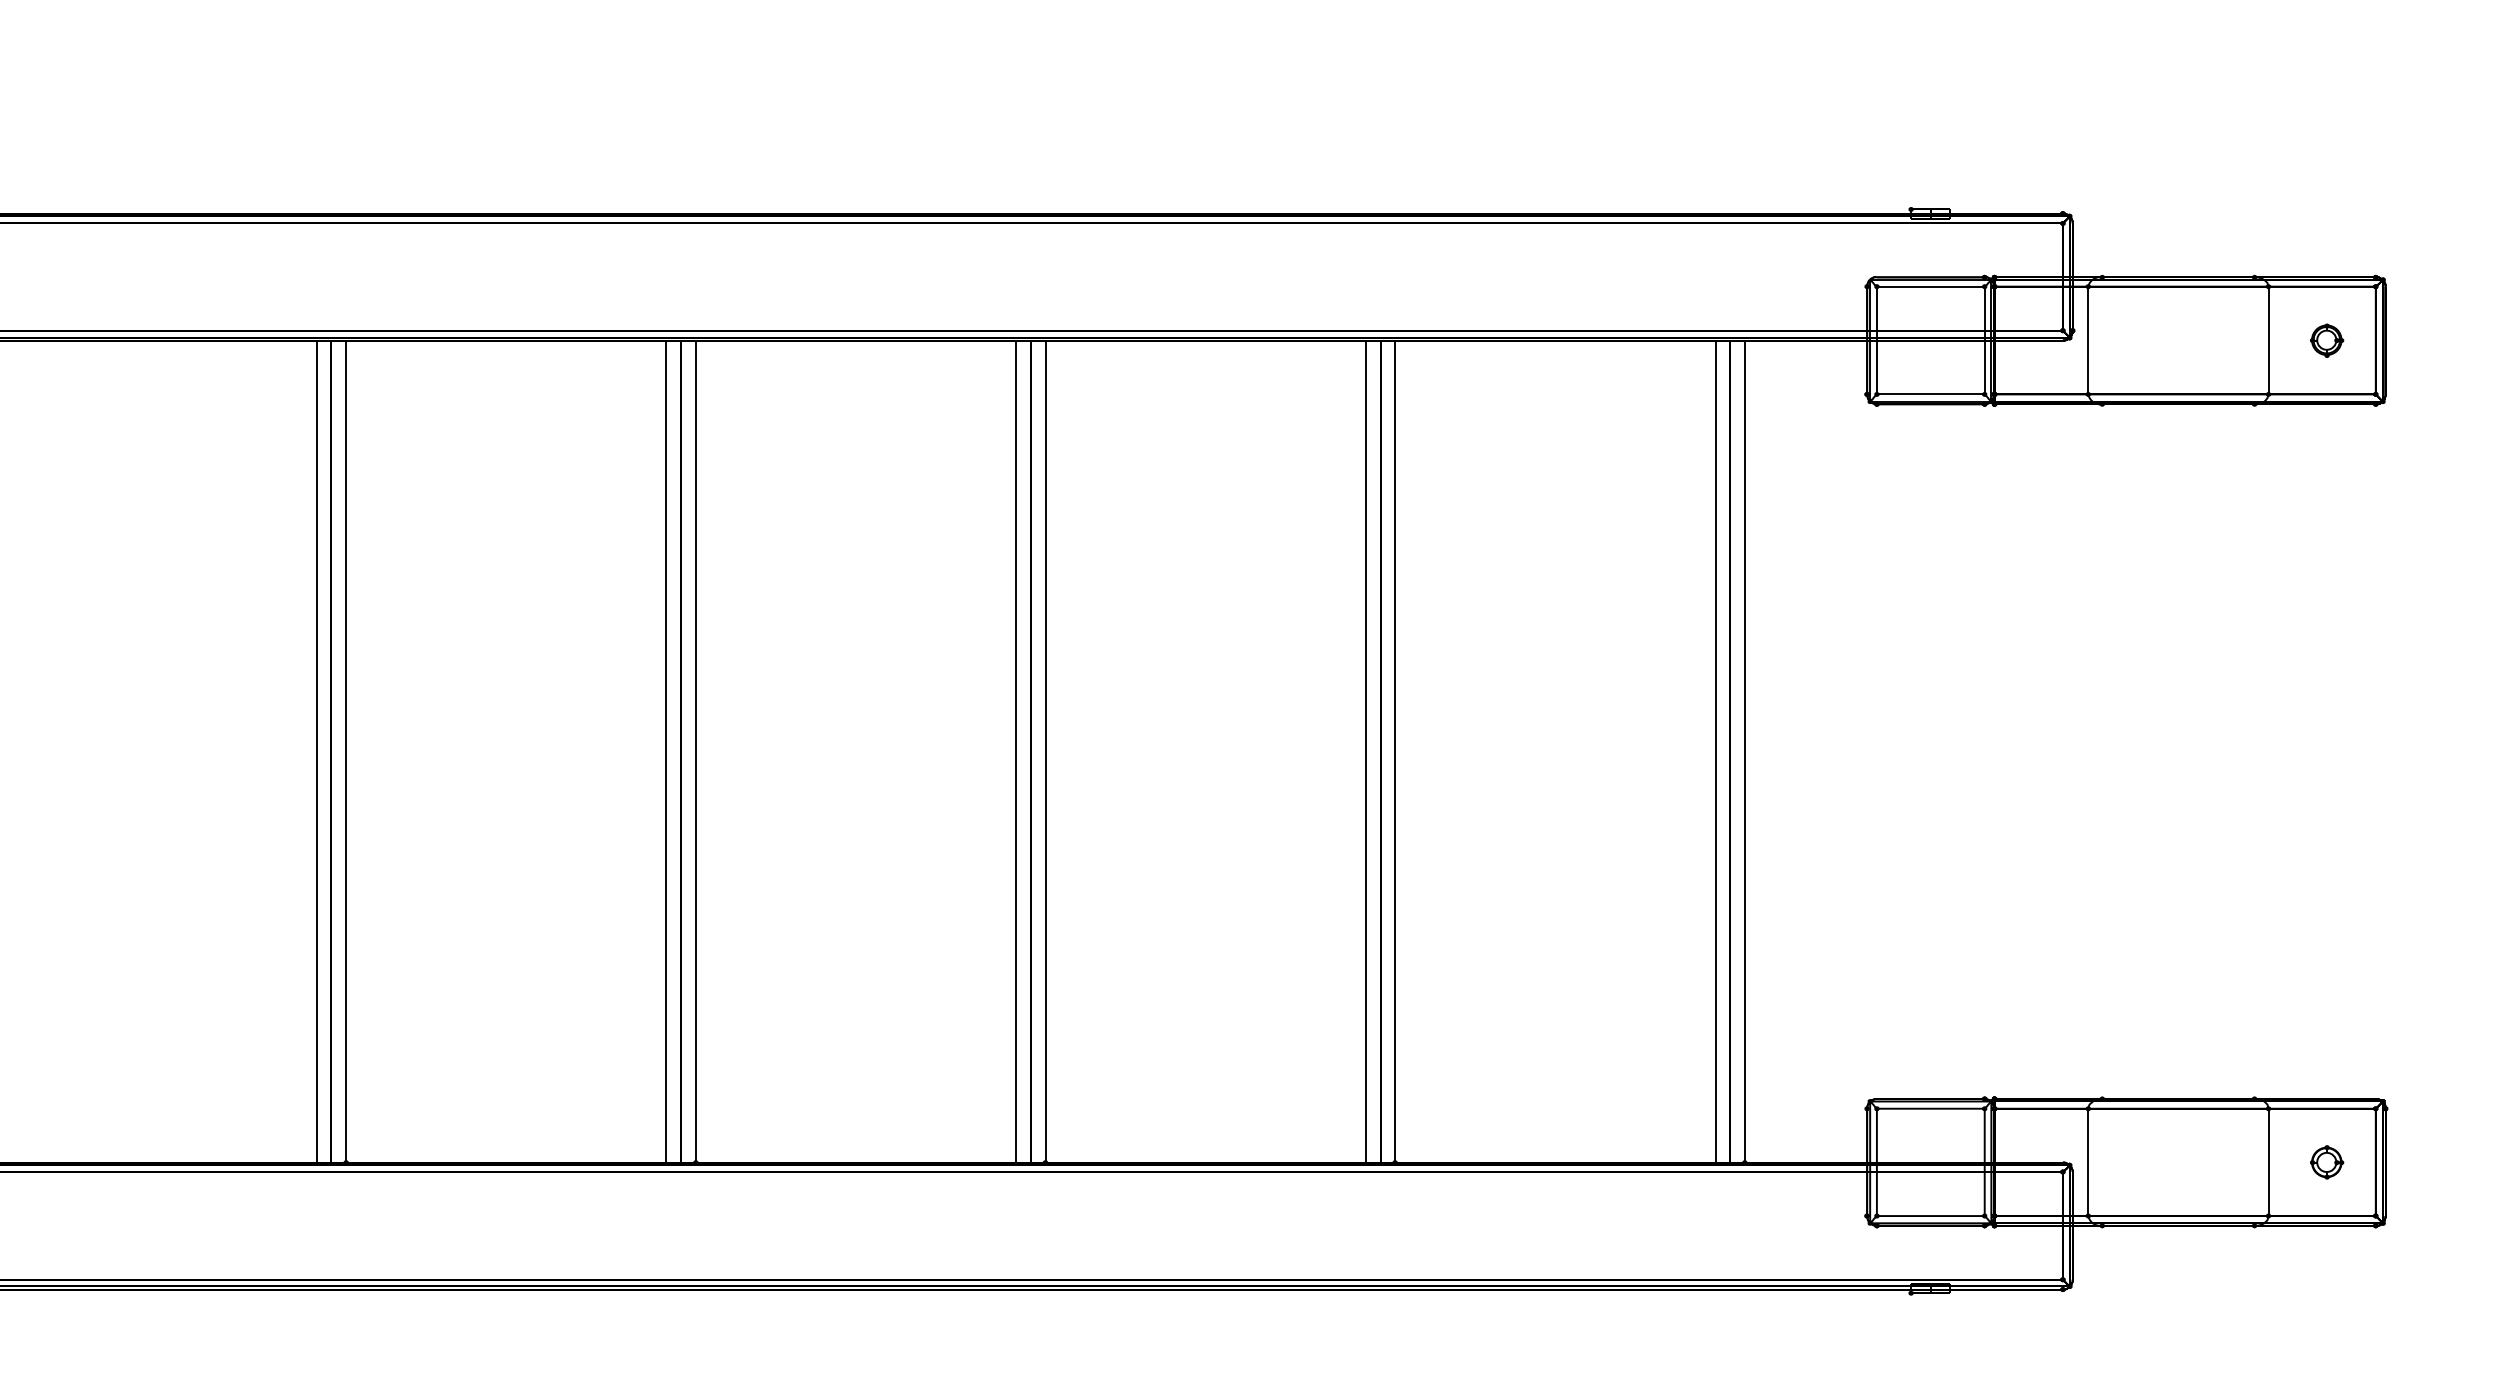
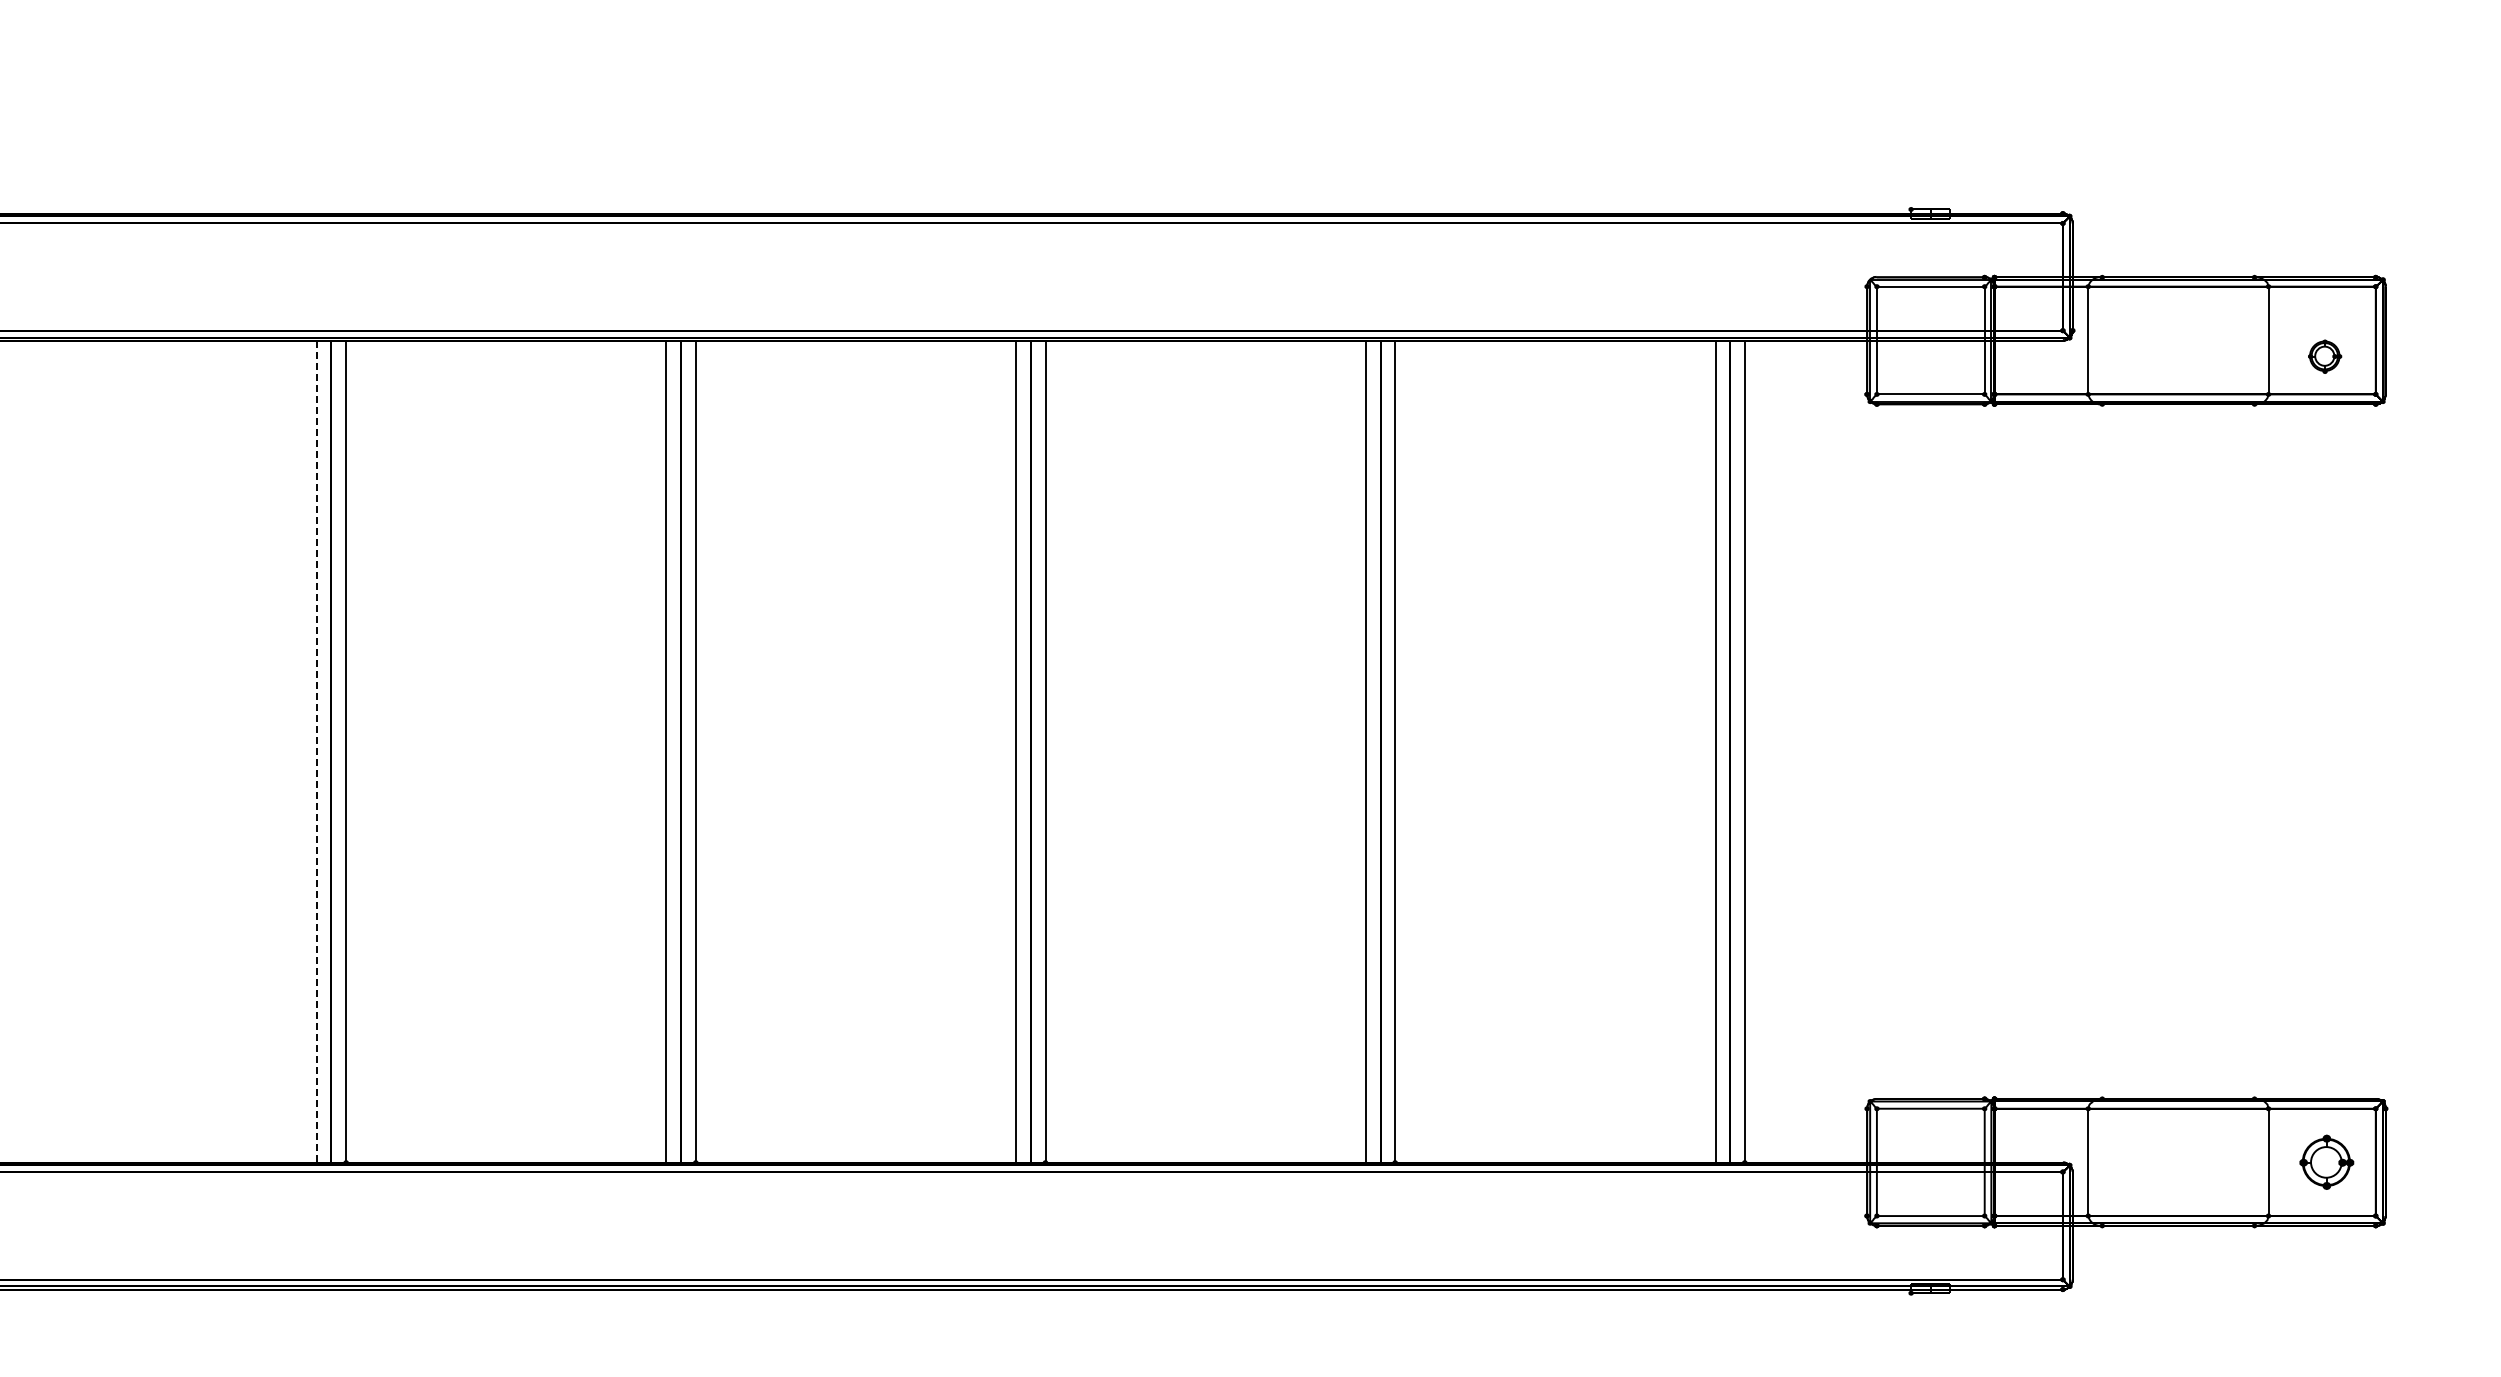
part at (2327, 340) position: (2327, 340) -> (2325, 356)
line at (316, 752): solid -> dashed
part at (2327, 1162) size: 35x35 px -> 56x56 px
